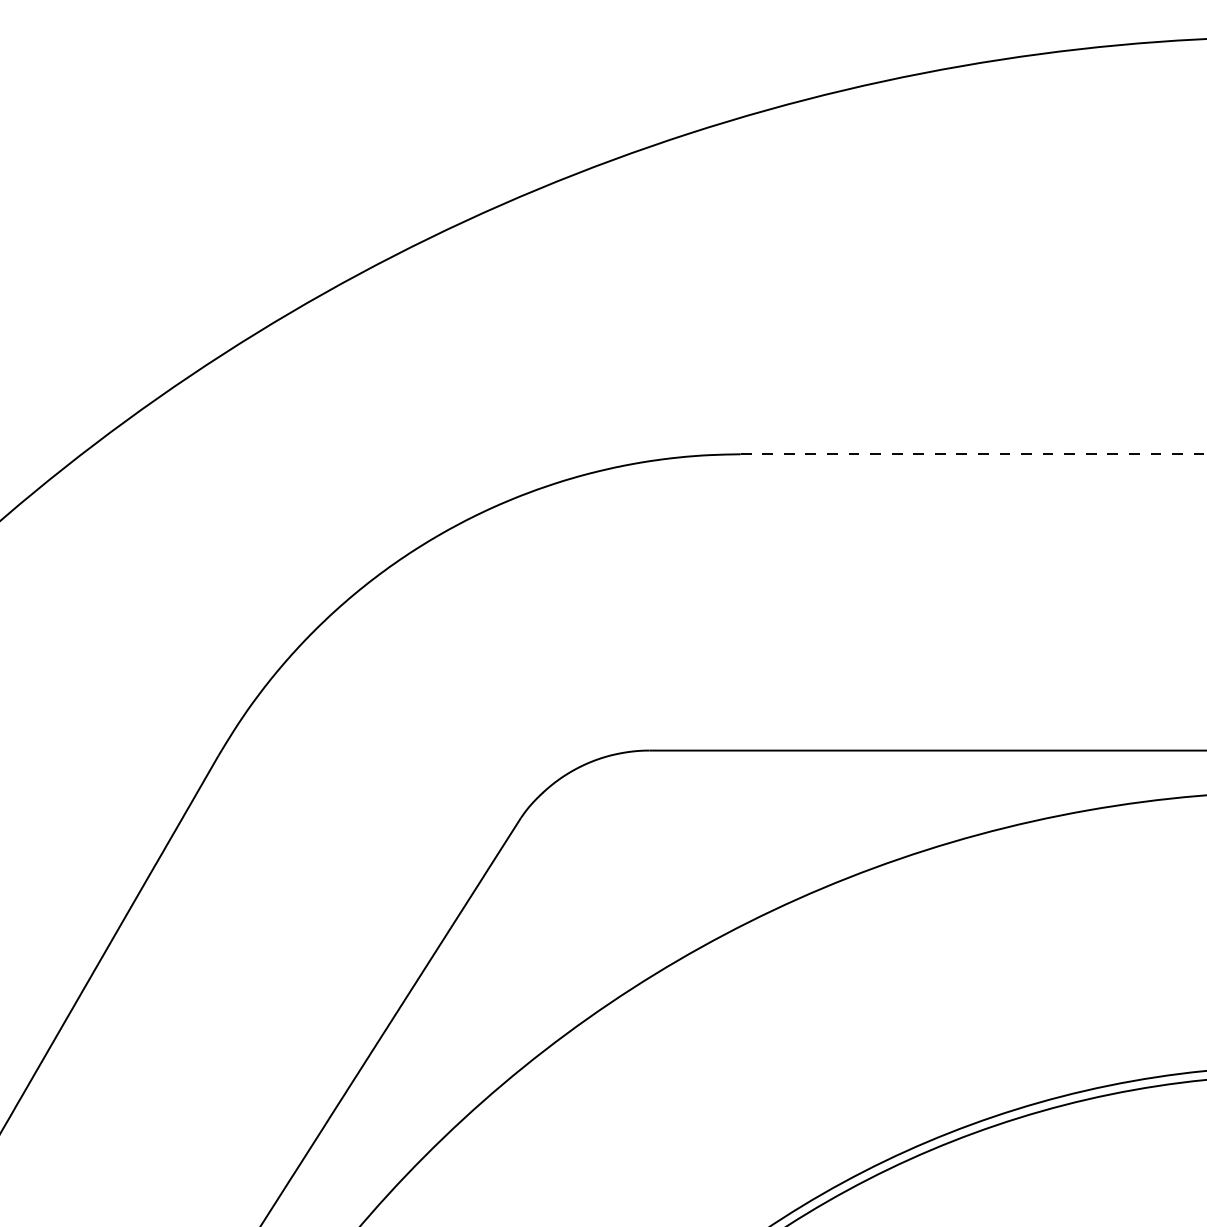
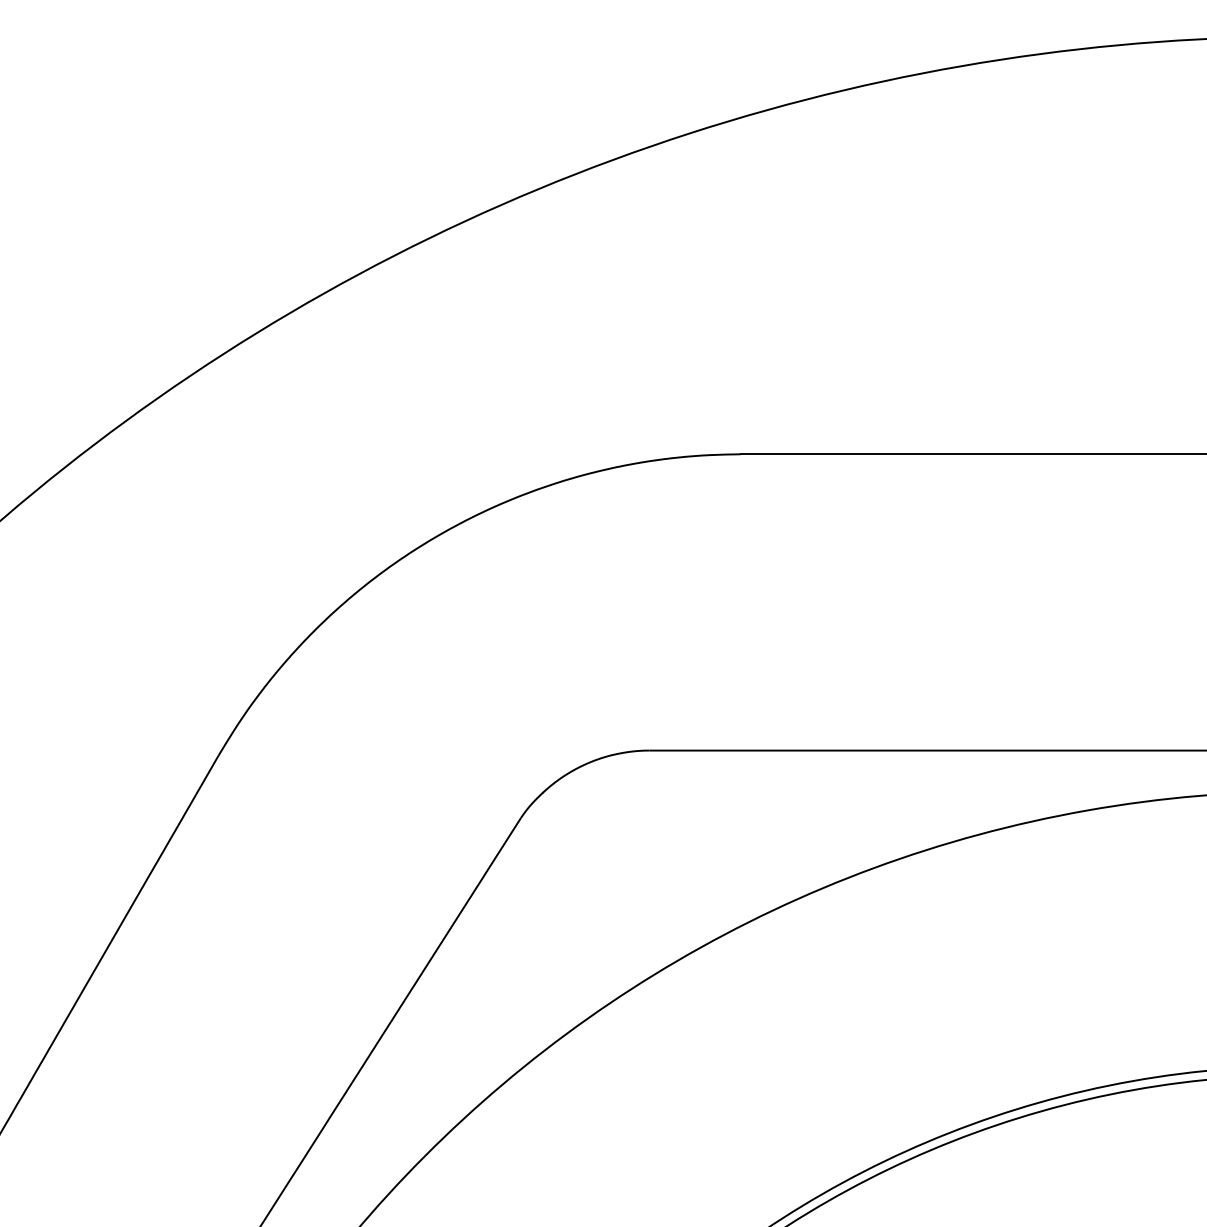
line at (973, 454): dashed -> solid
